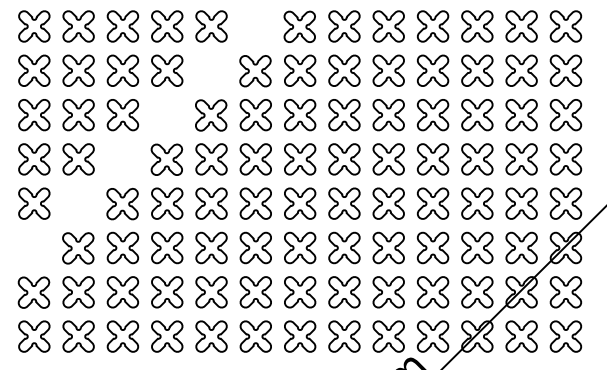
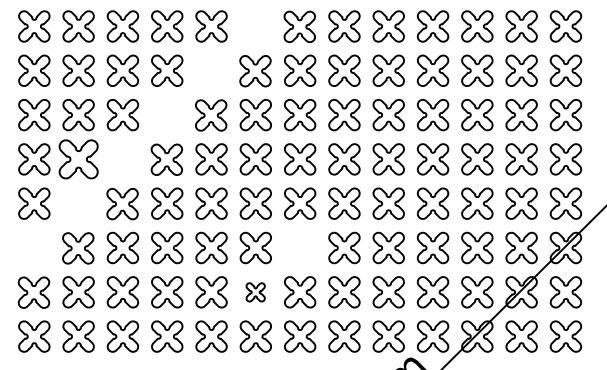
part at (78, 159) size: 33x33 px -> 41x41 px
part at (300, 247): present -> none
part at (255, 292) size: 33x33 px -> 21x21 px
